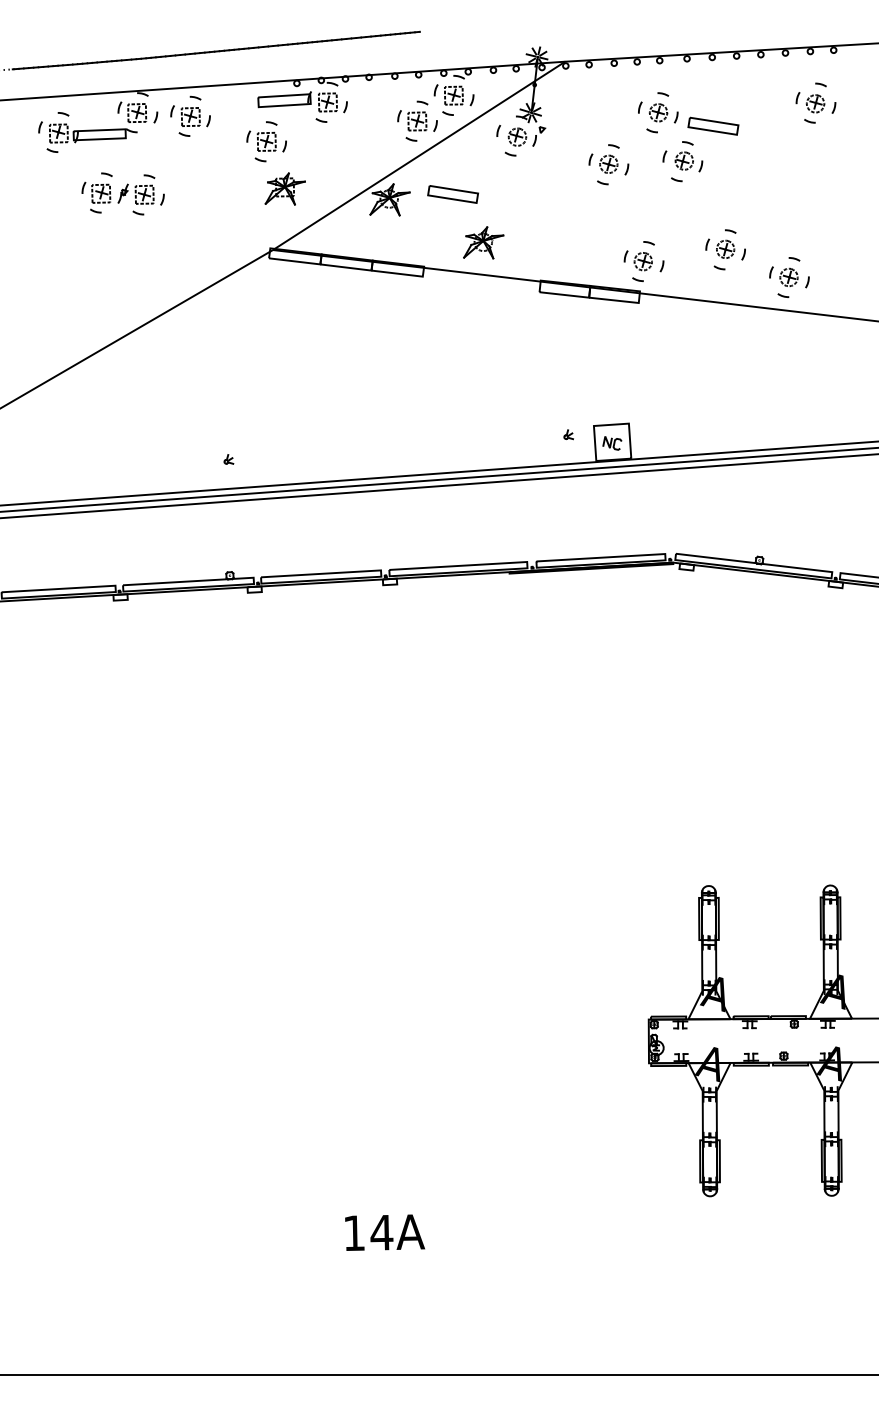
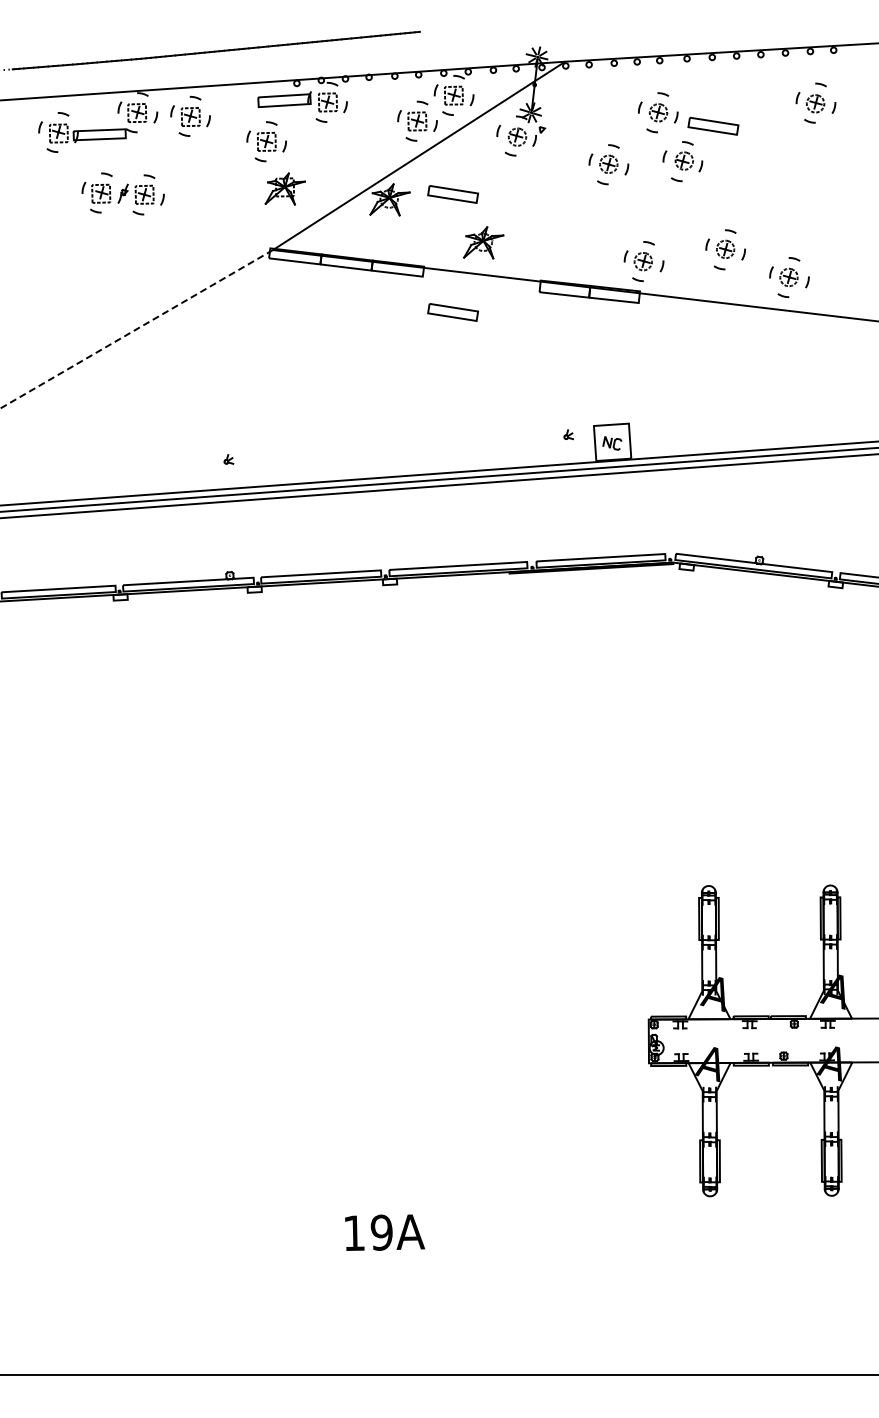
part at (452, 312): none -> present
line at (136, 329): solid -> dashed
text at (381, 1232): 14A -> 19A
